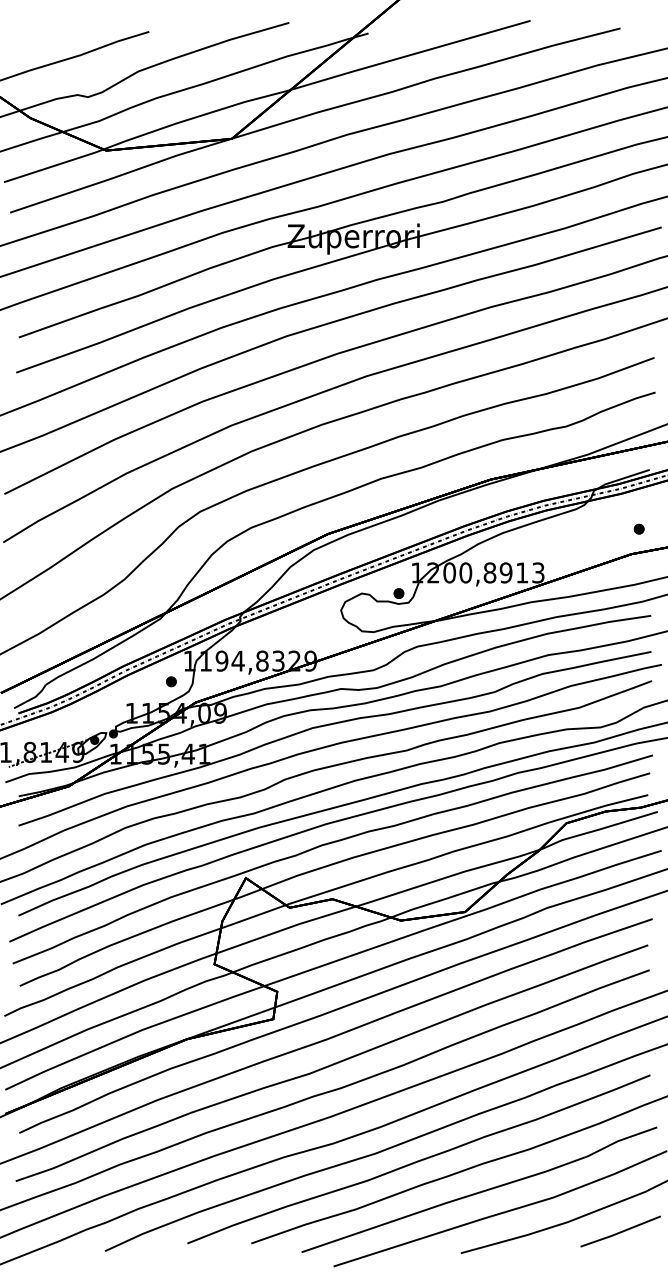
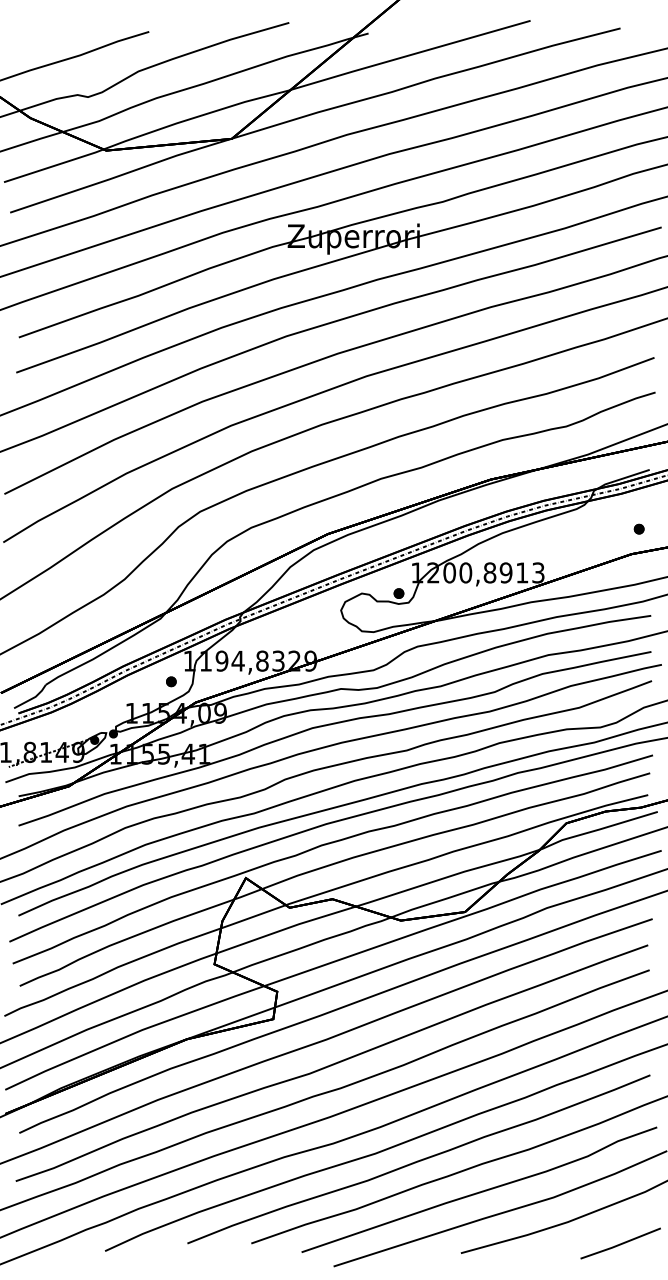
line at (620, 1231) position: (620, 1231) -> (620, 1243)
